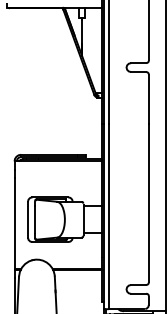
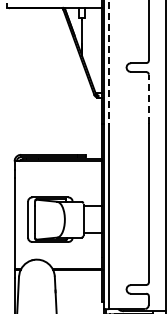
line at (108, 61): solid -> dashed
line at (148, 99): solid -> dashed
